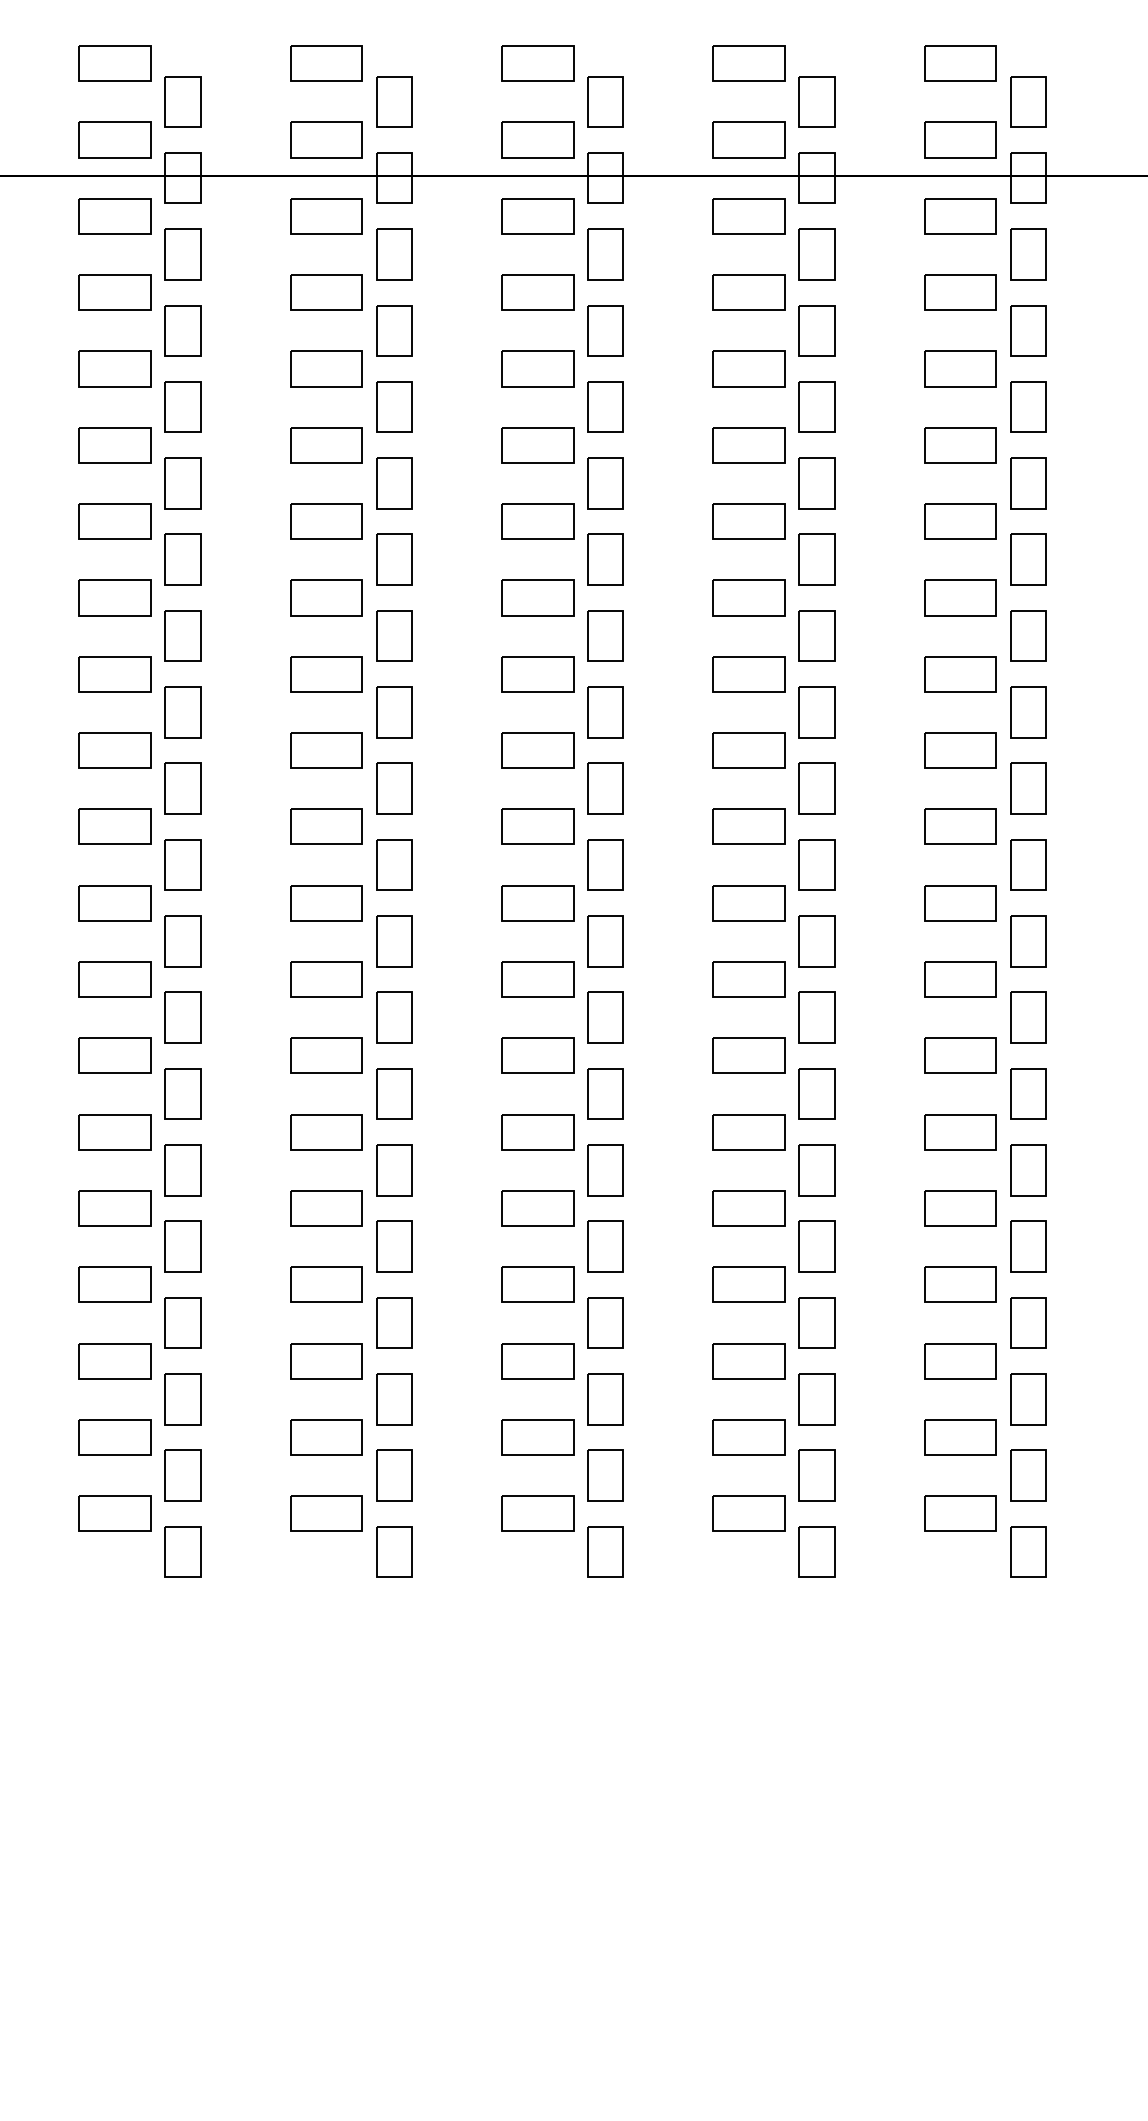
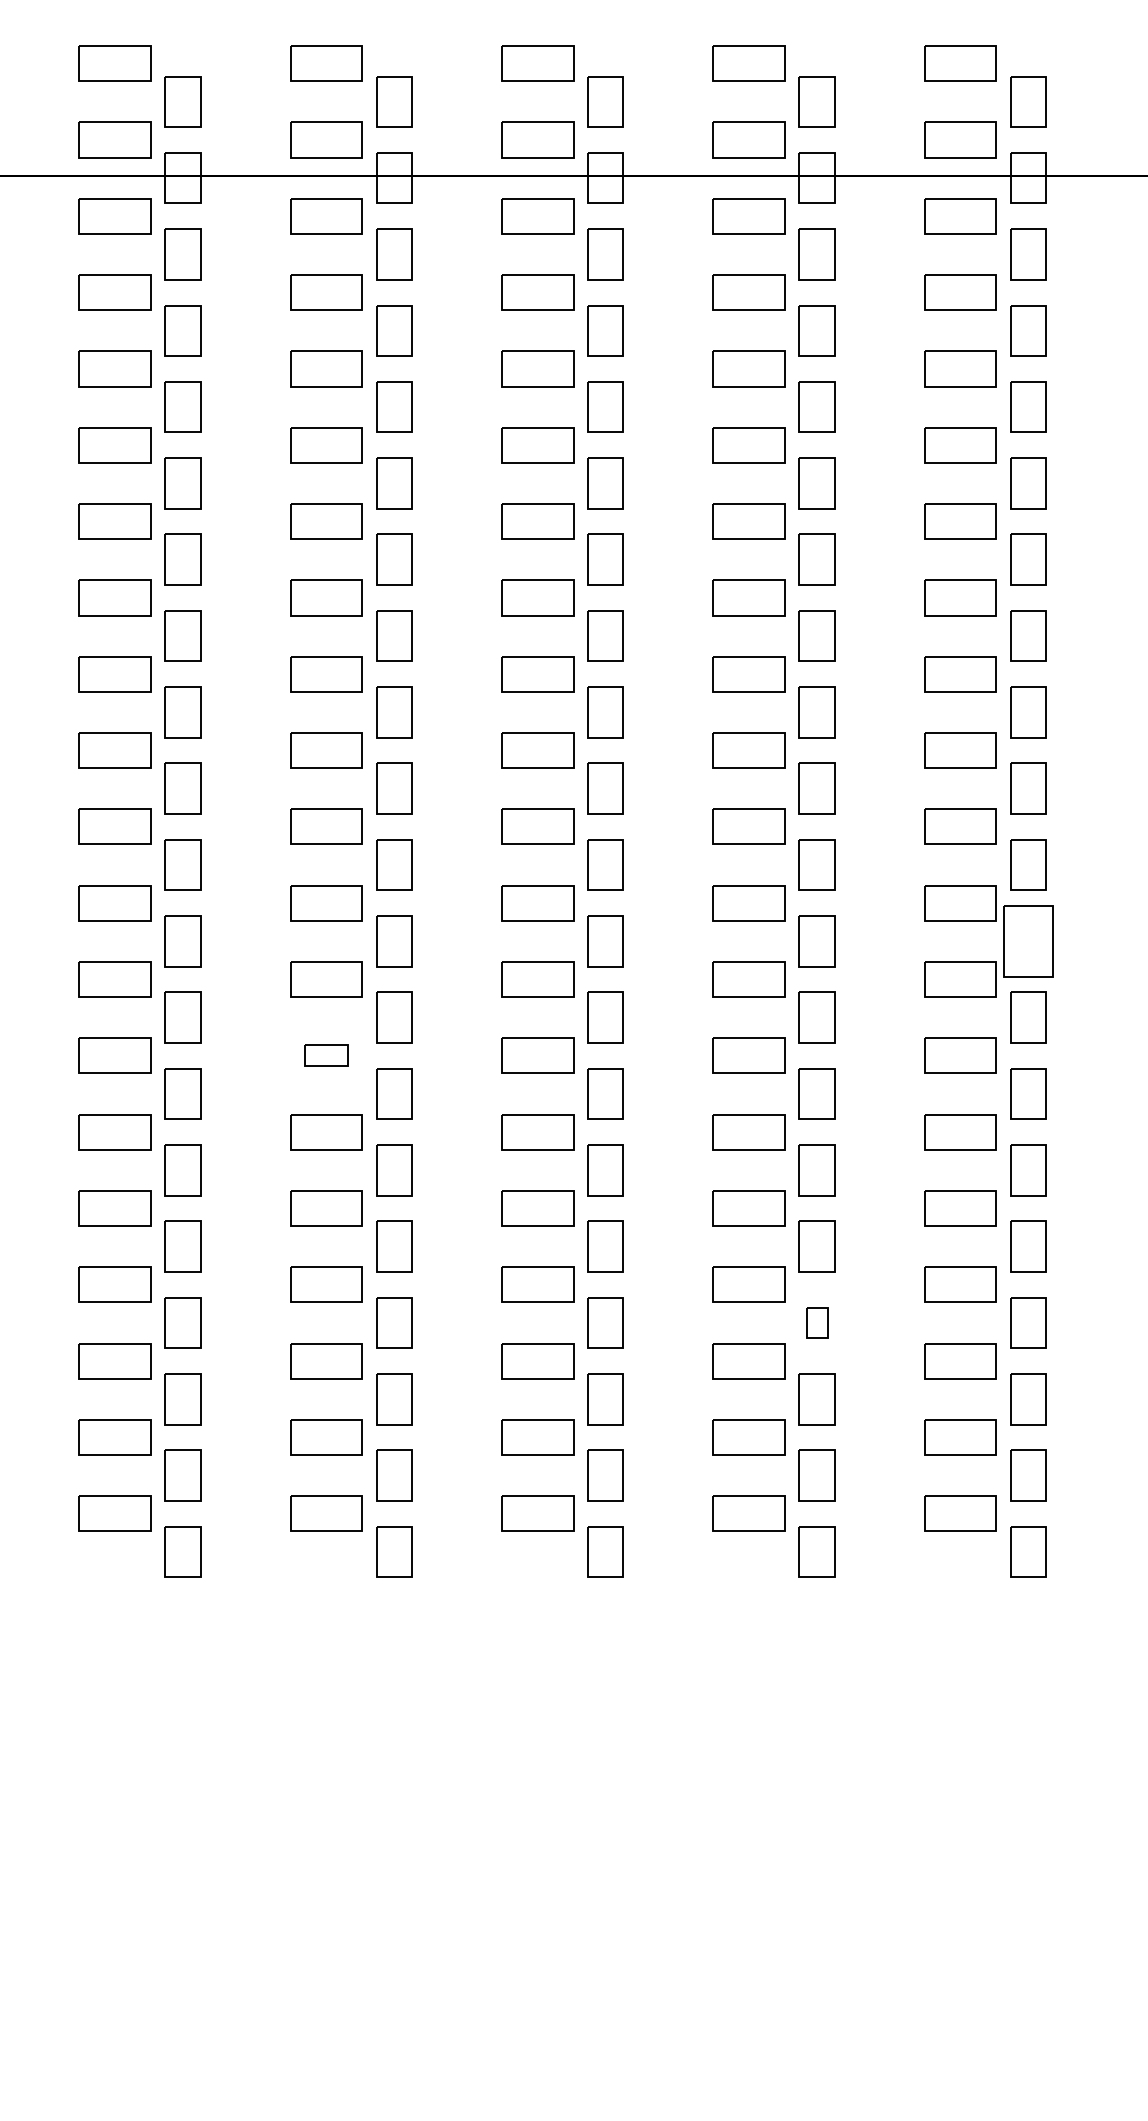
part at (1028, 941) size: 37x53 px -> 51x73 px
part at (326, 1055) size: 73x37 px -> 45x23 px
part at (816, 1322) size: 38x52 px -> 23x32 px
